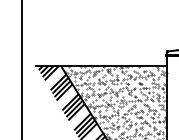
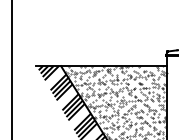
line at (22, 69) position: (22, 69) -> (12, 69)
